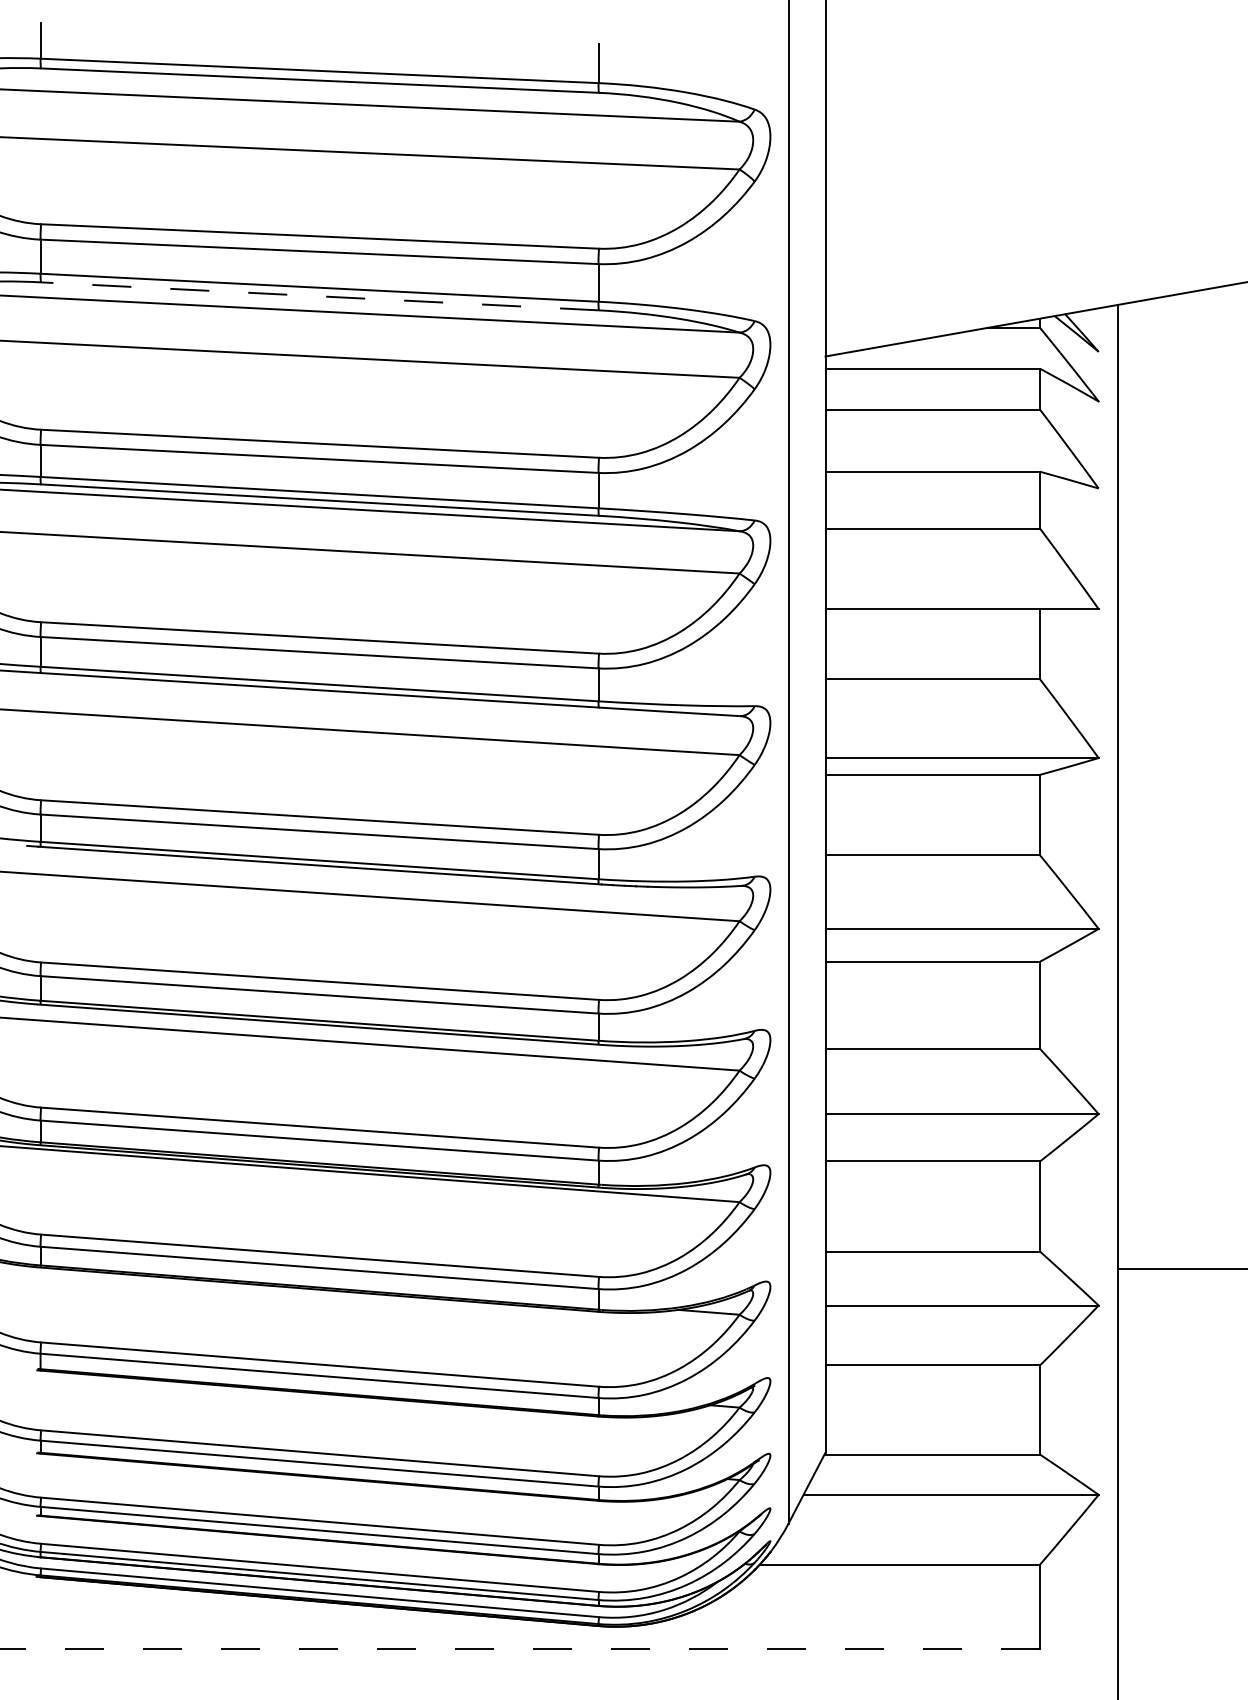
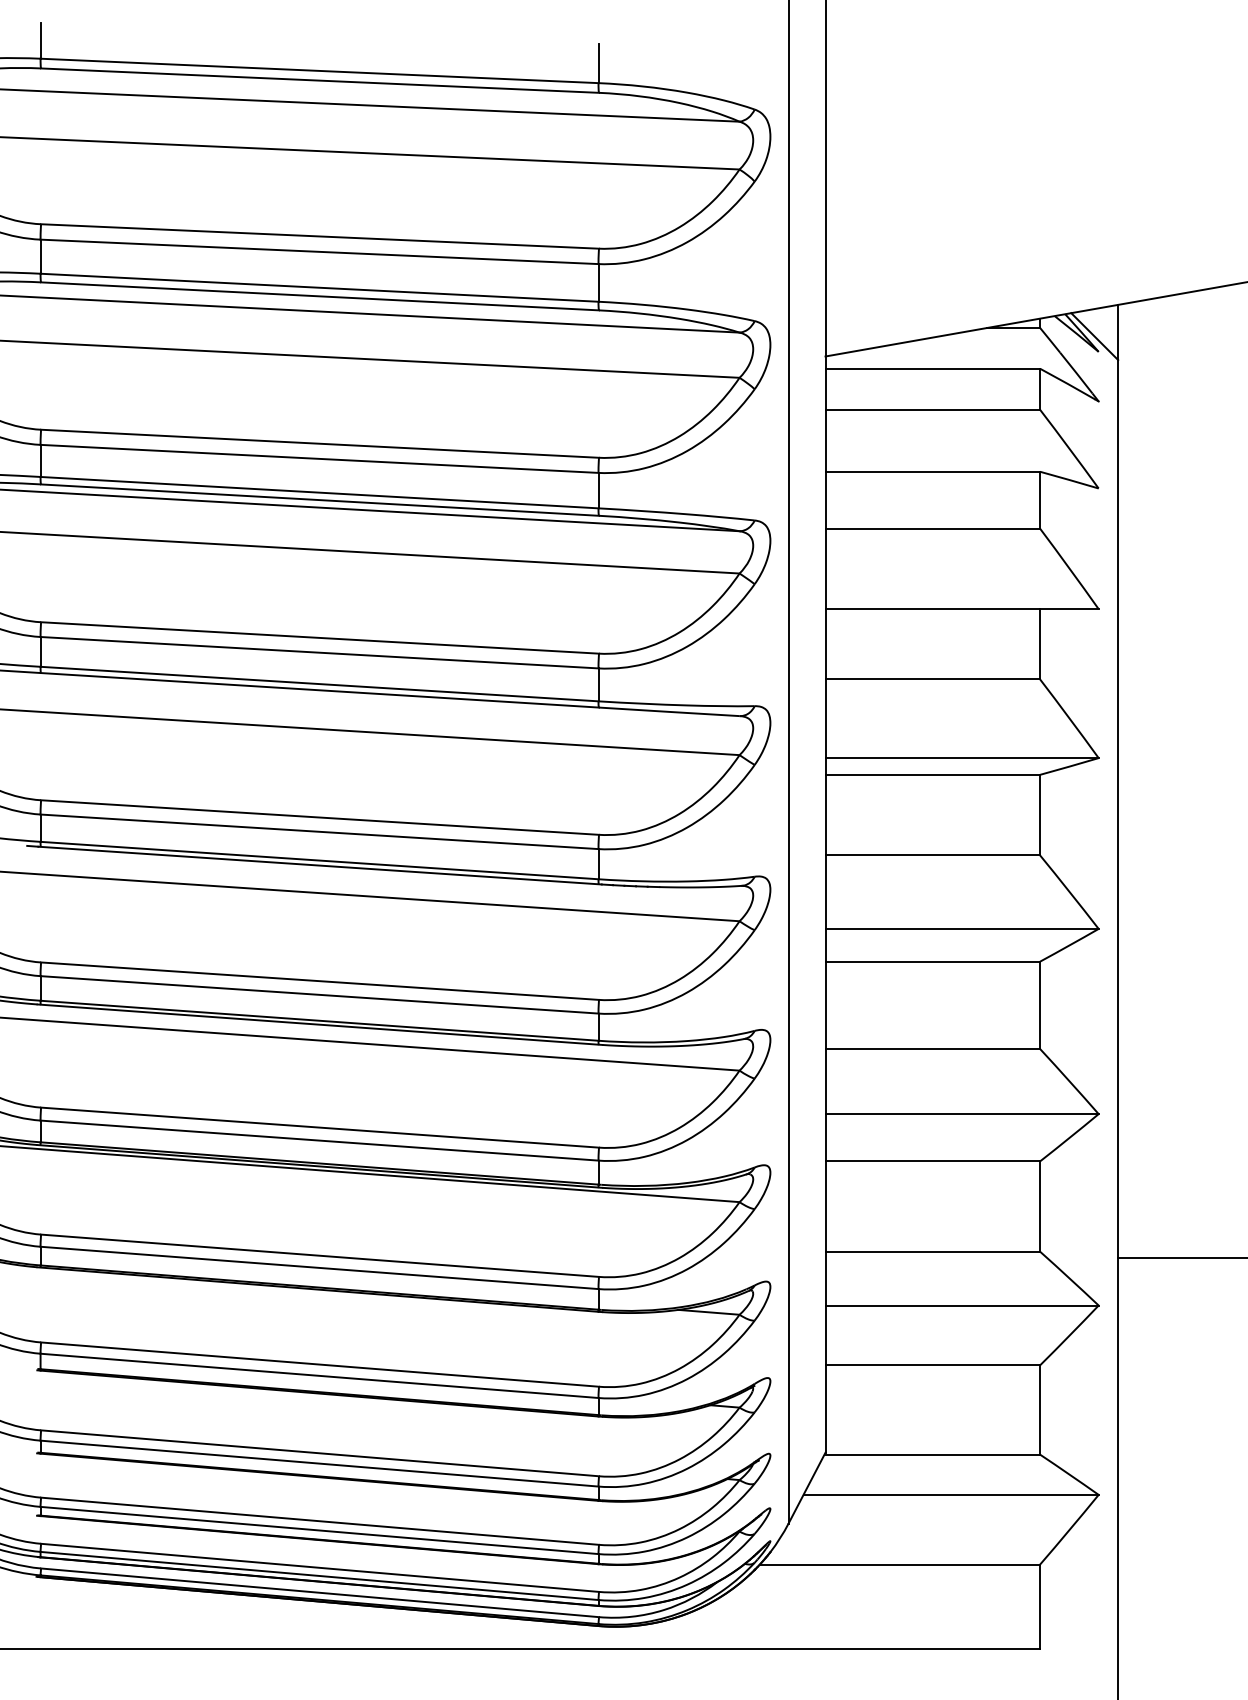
line at (319, 296): dashed -> solid
line at (1094, 336): none -> present
line at (1181, 1268) position: (1181, 1268) -> (1181, 1257)
line at (520, 1648): dashed -> solid
